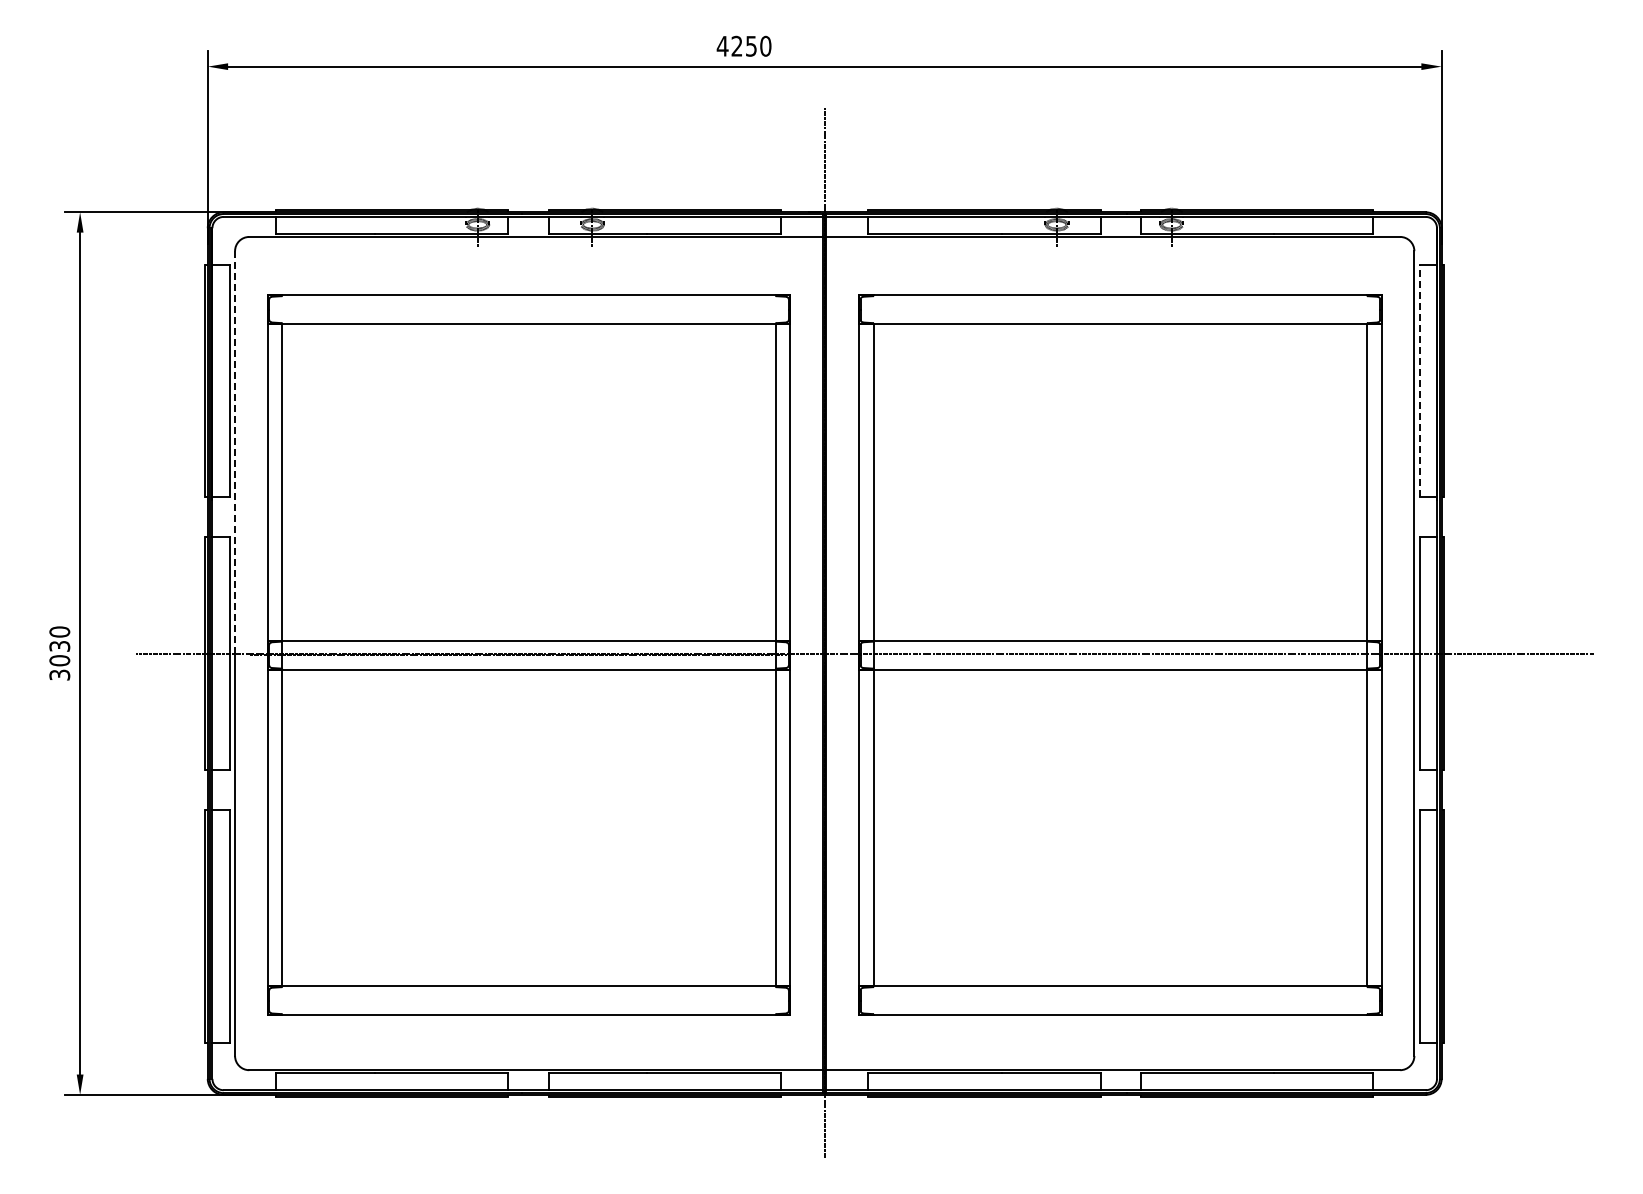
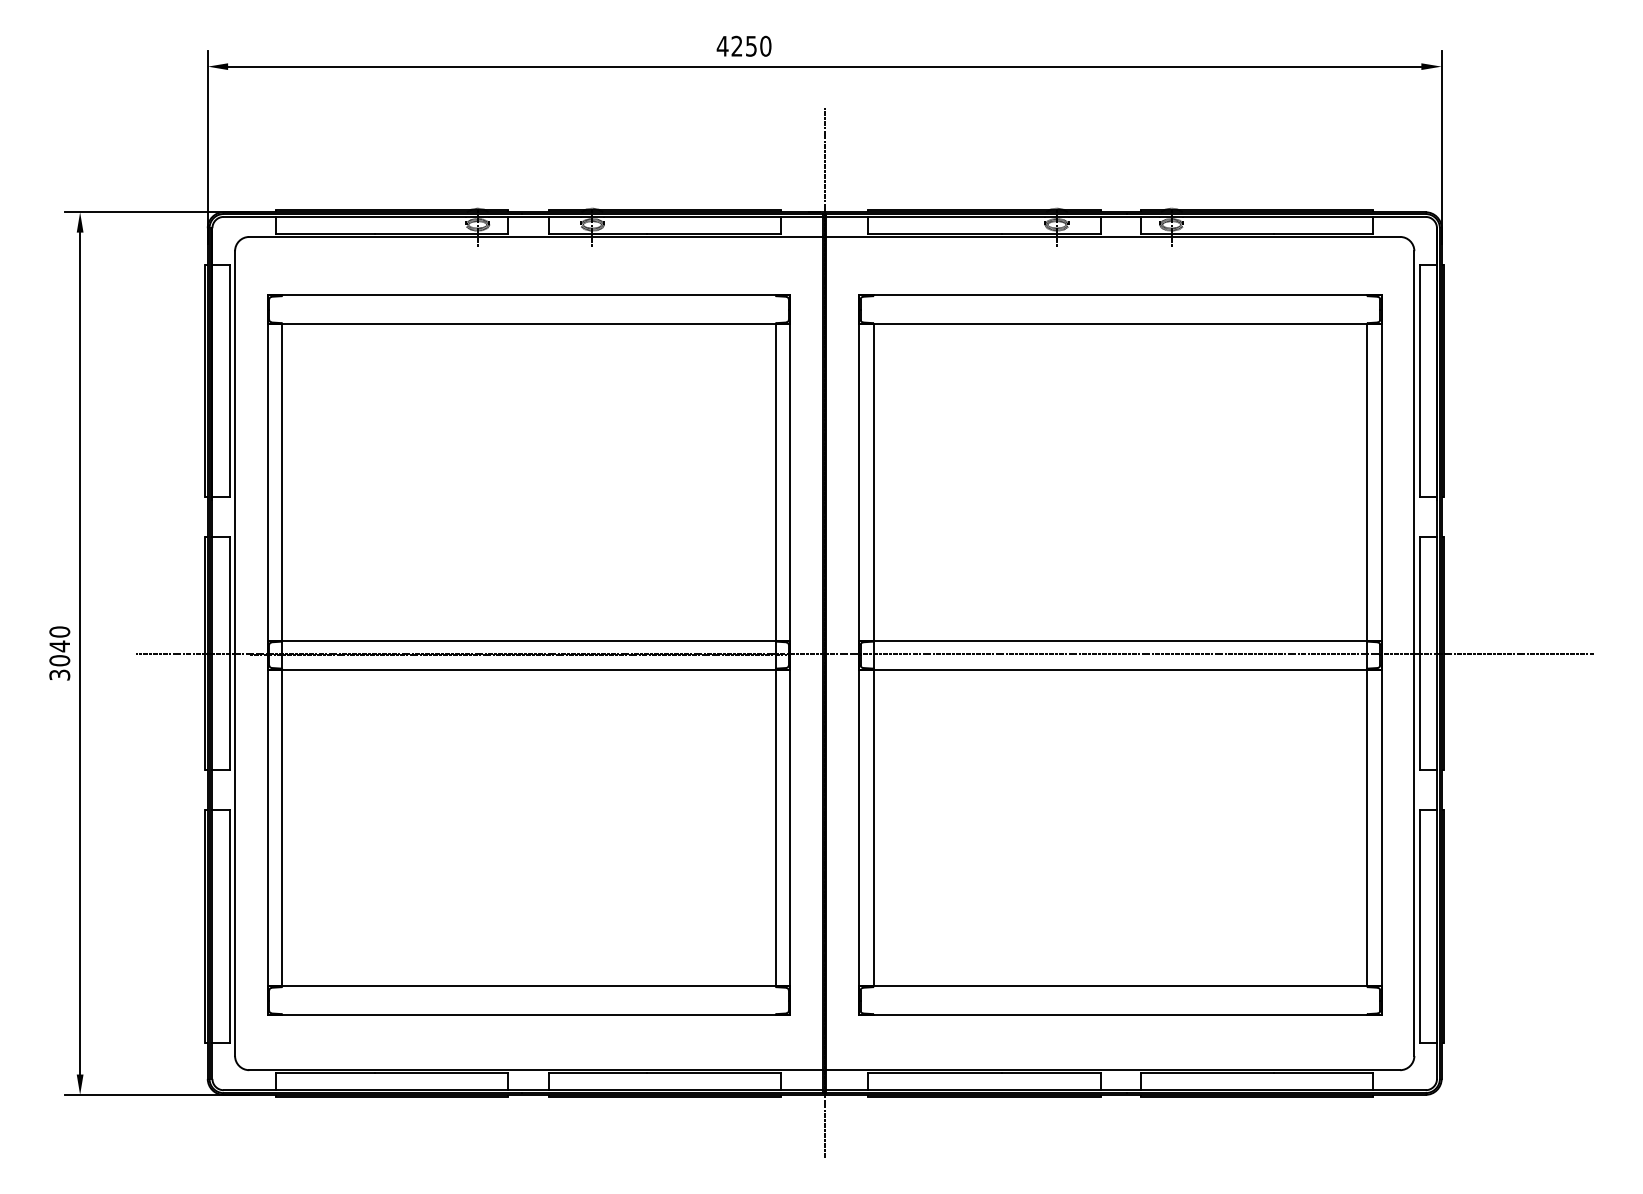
line at (1419, 380): dashed -> solid
line at (235, 451): dashed -> solid
text at (59, 646): 3030 -> 3040
